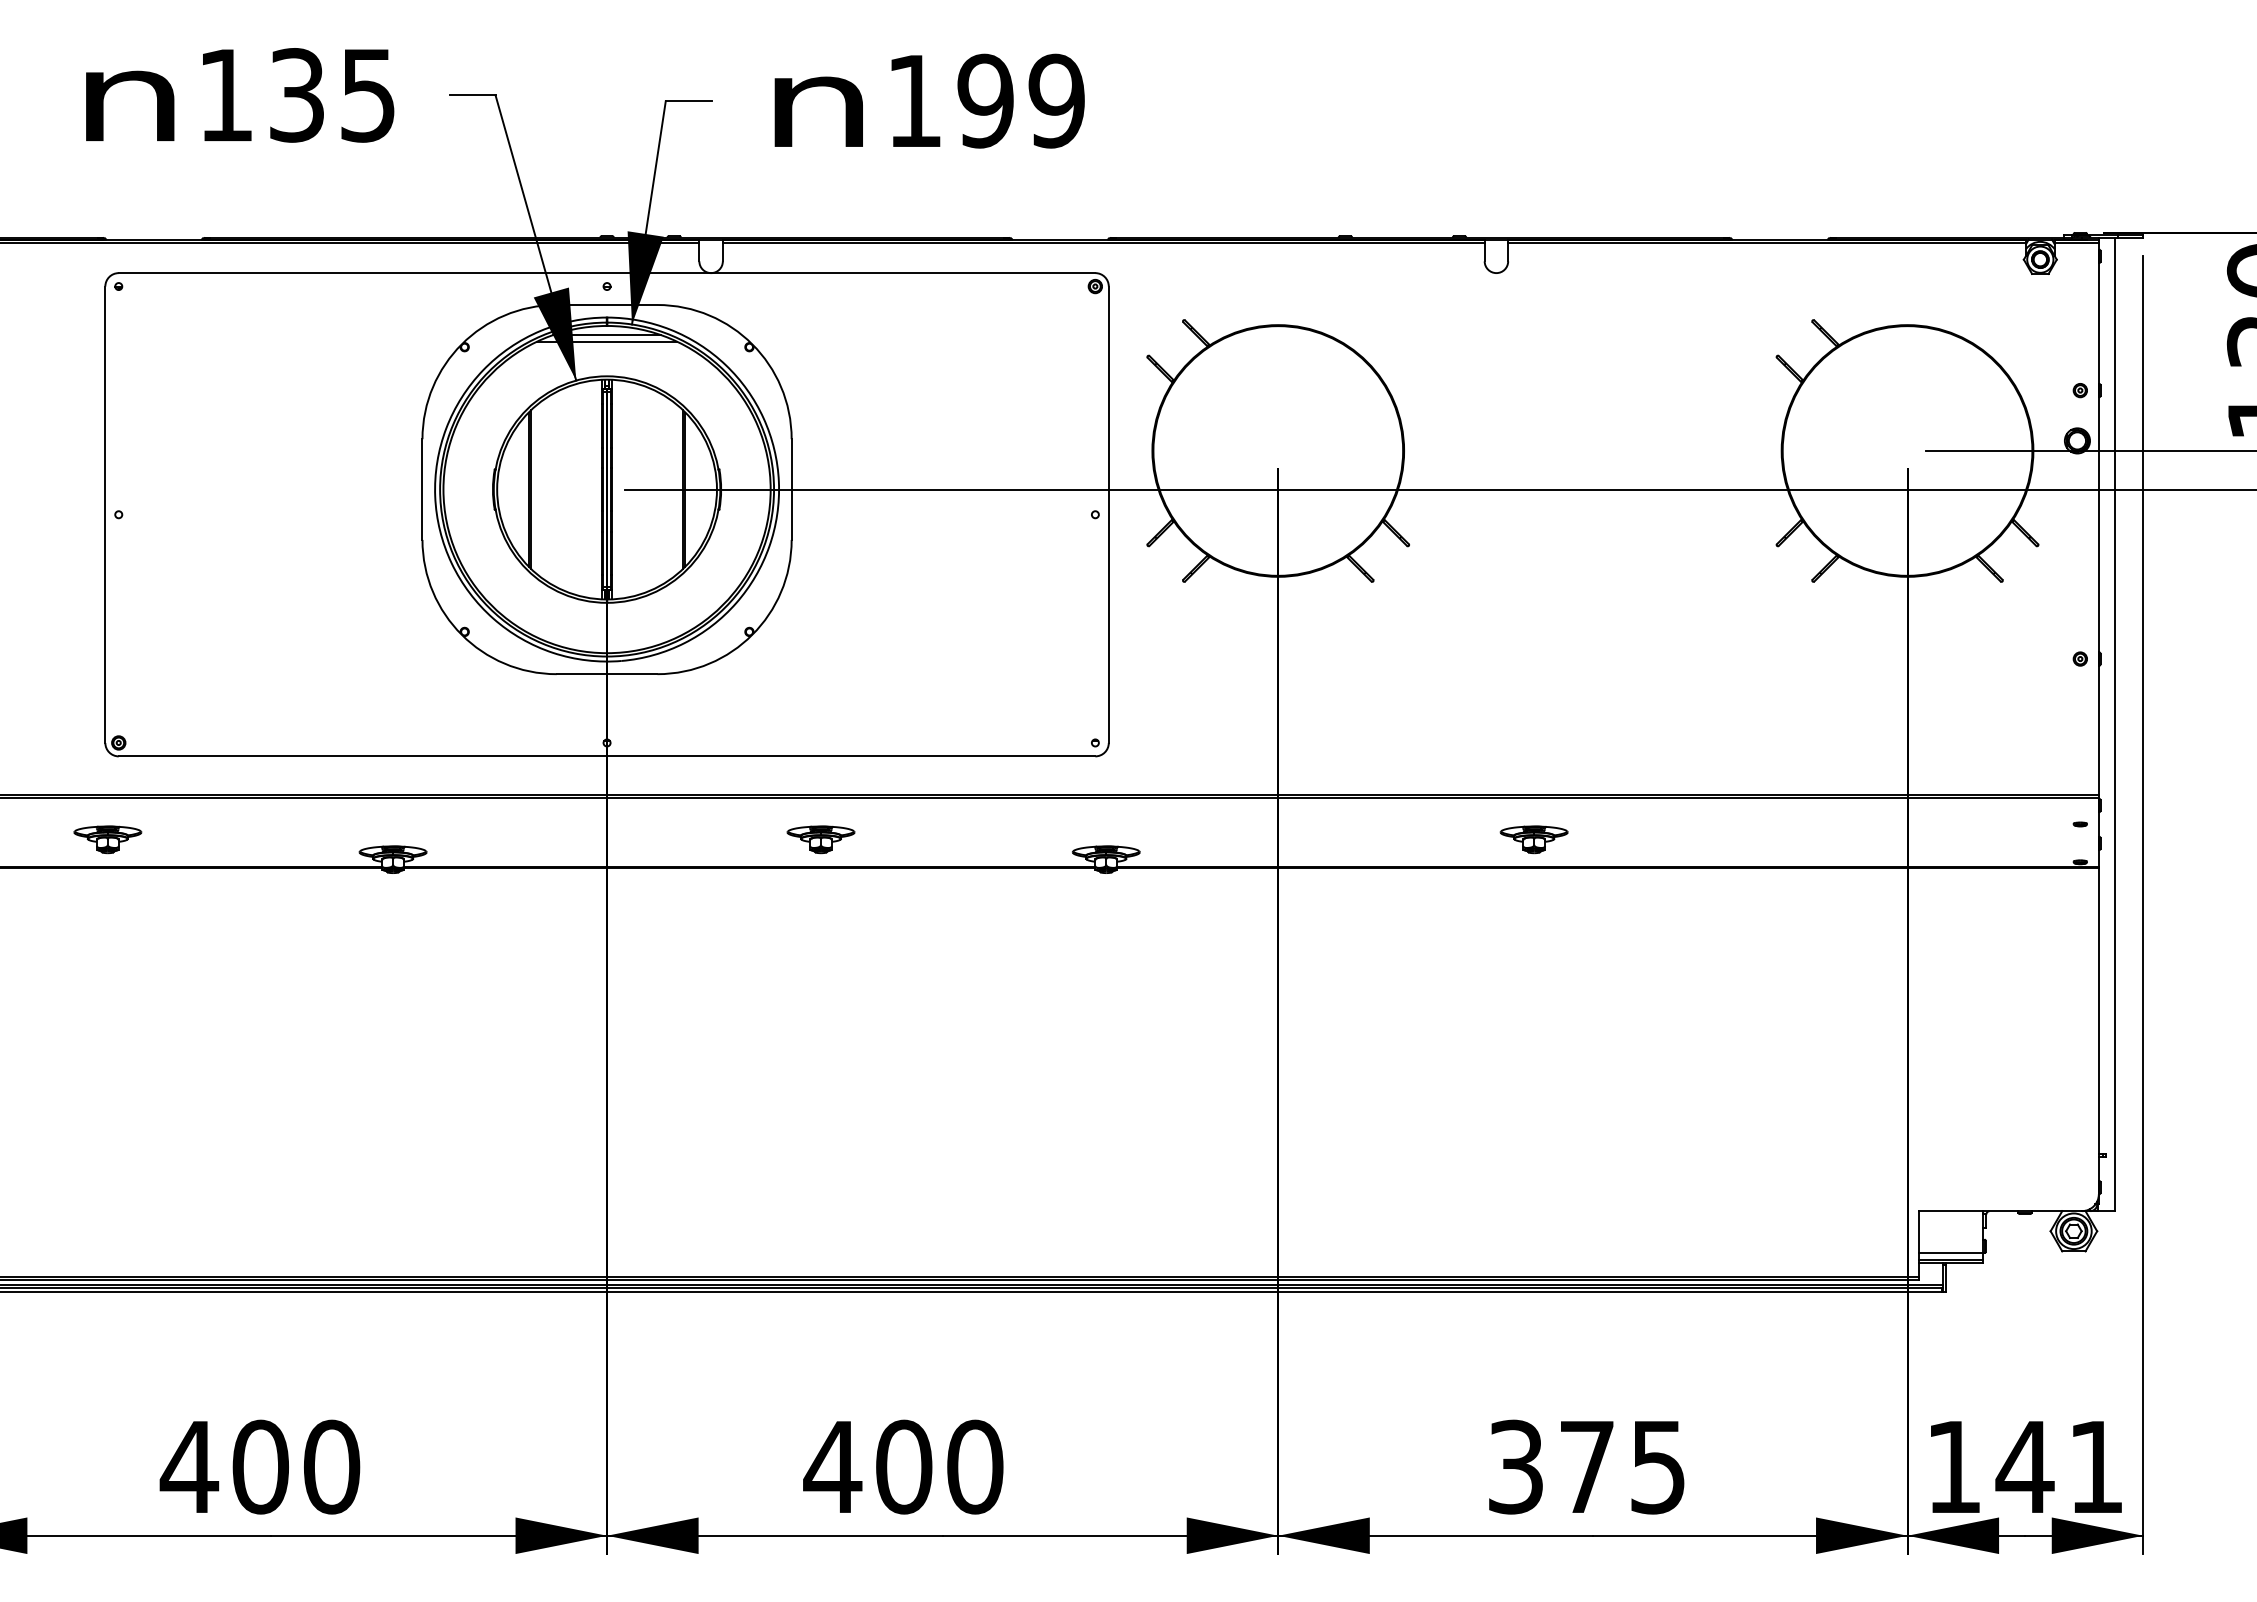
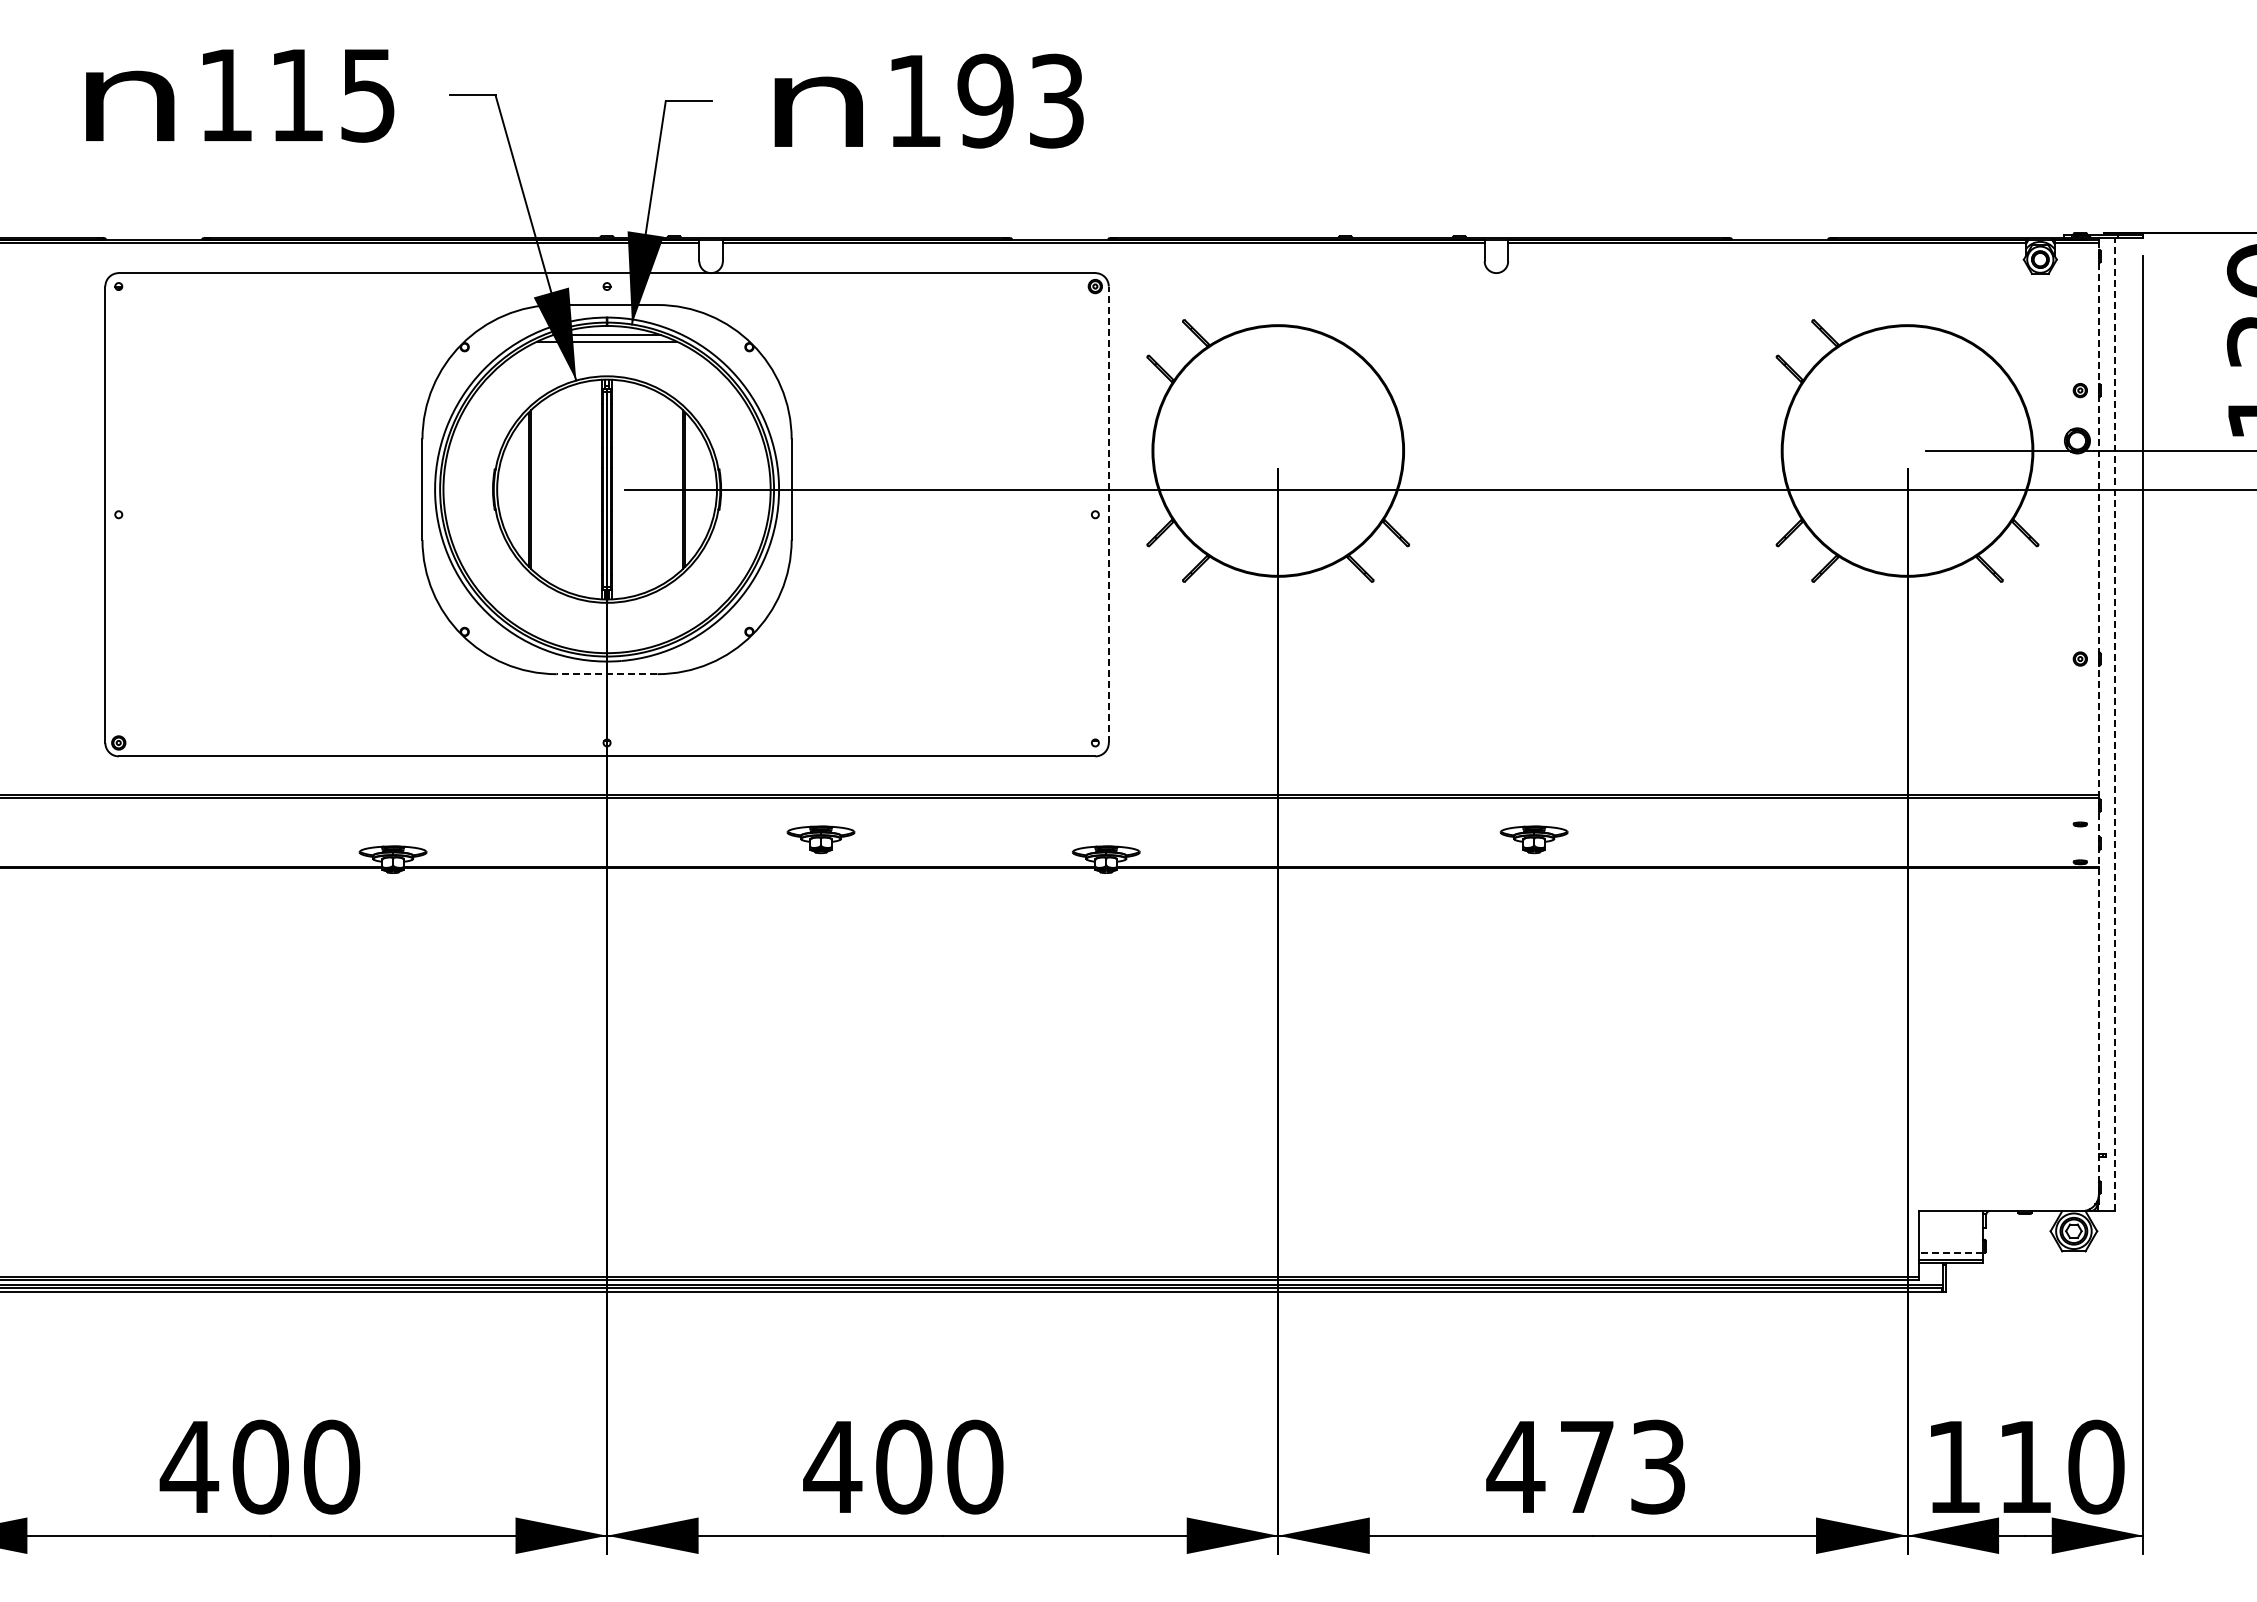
text at (296, 95): 135 -> 115
text at (1056, 100): 199 -> 193
line at (1108, 514): solid -> dashed
line at (606, 674): solid -> dashed
line at (2098, 716): solid -> dashed
line at (2114, 724): solid -> dashed
part at (107, 839): present -> none
line at (1951, 1253): solid -> dashed
text at (1585, 1466): 375 -> 473
text at (2059, 1466): 141 -> 110
